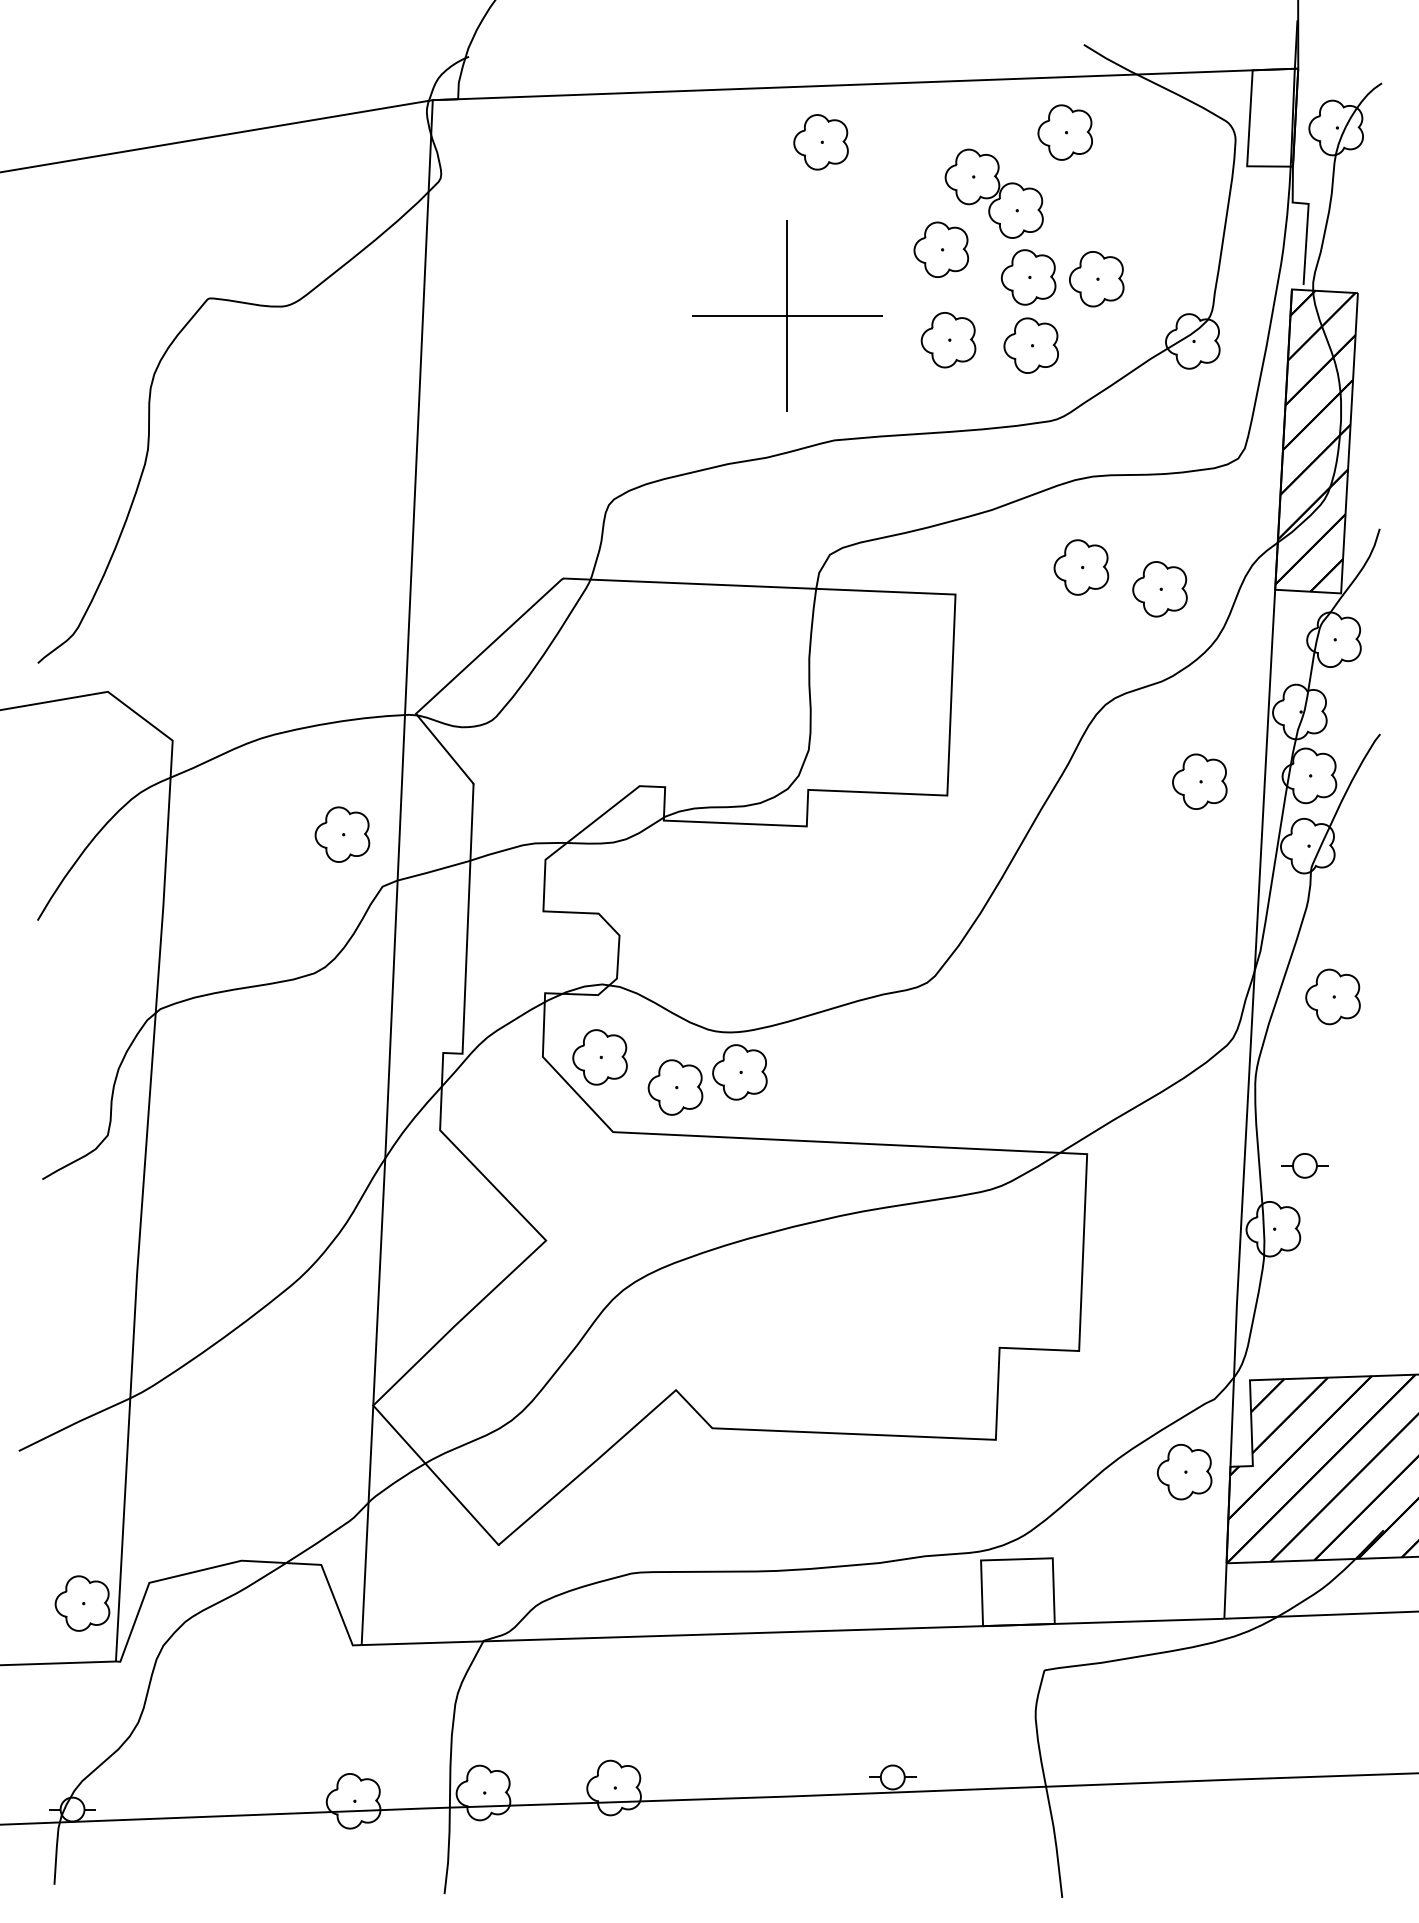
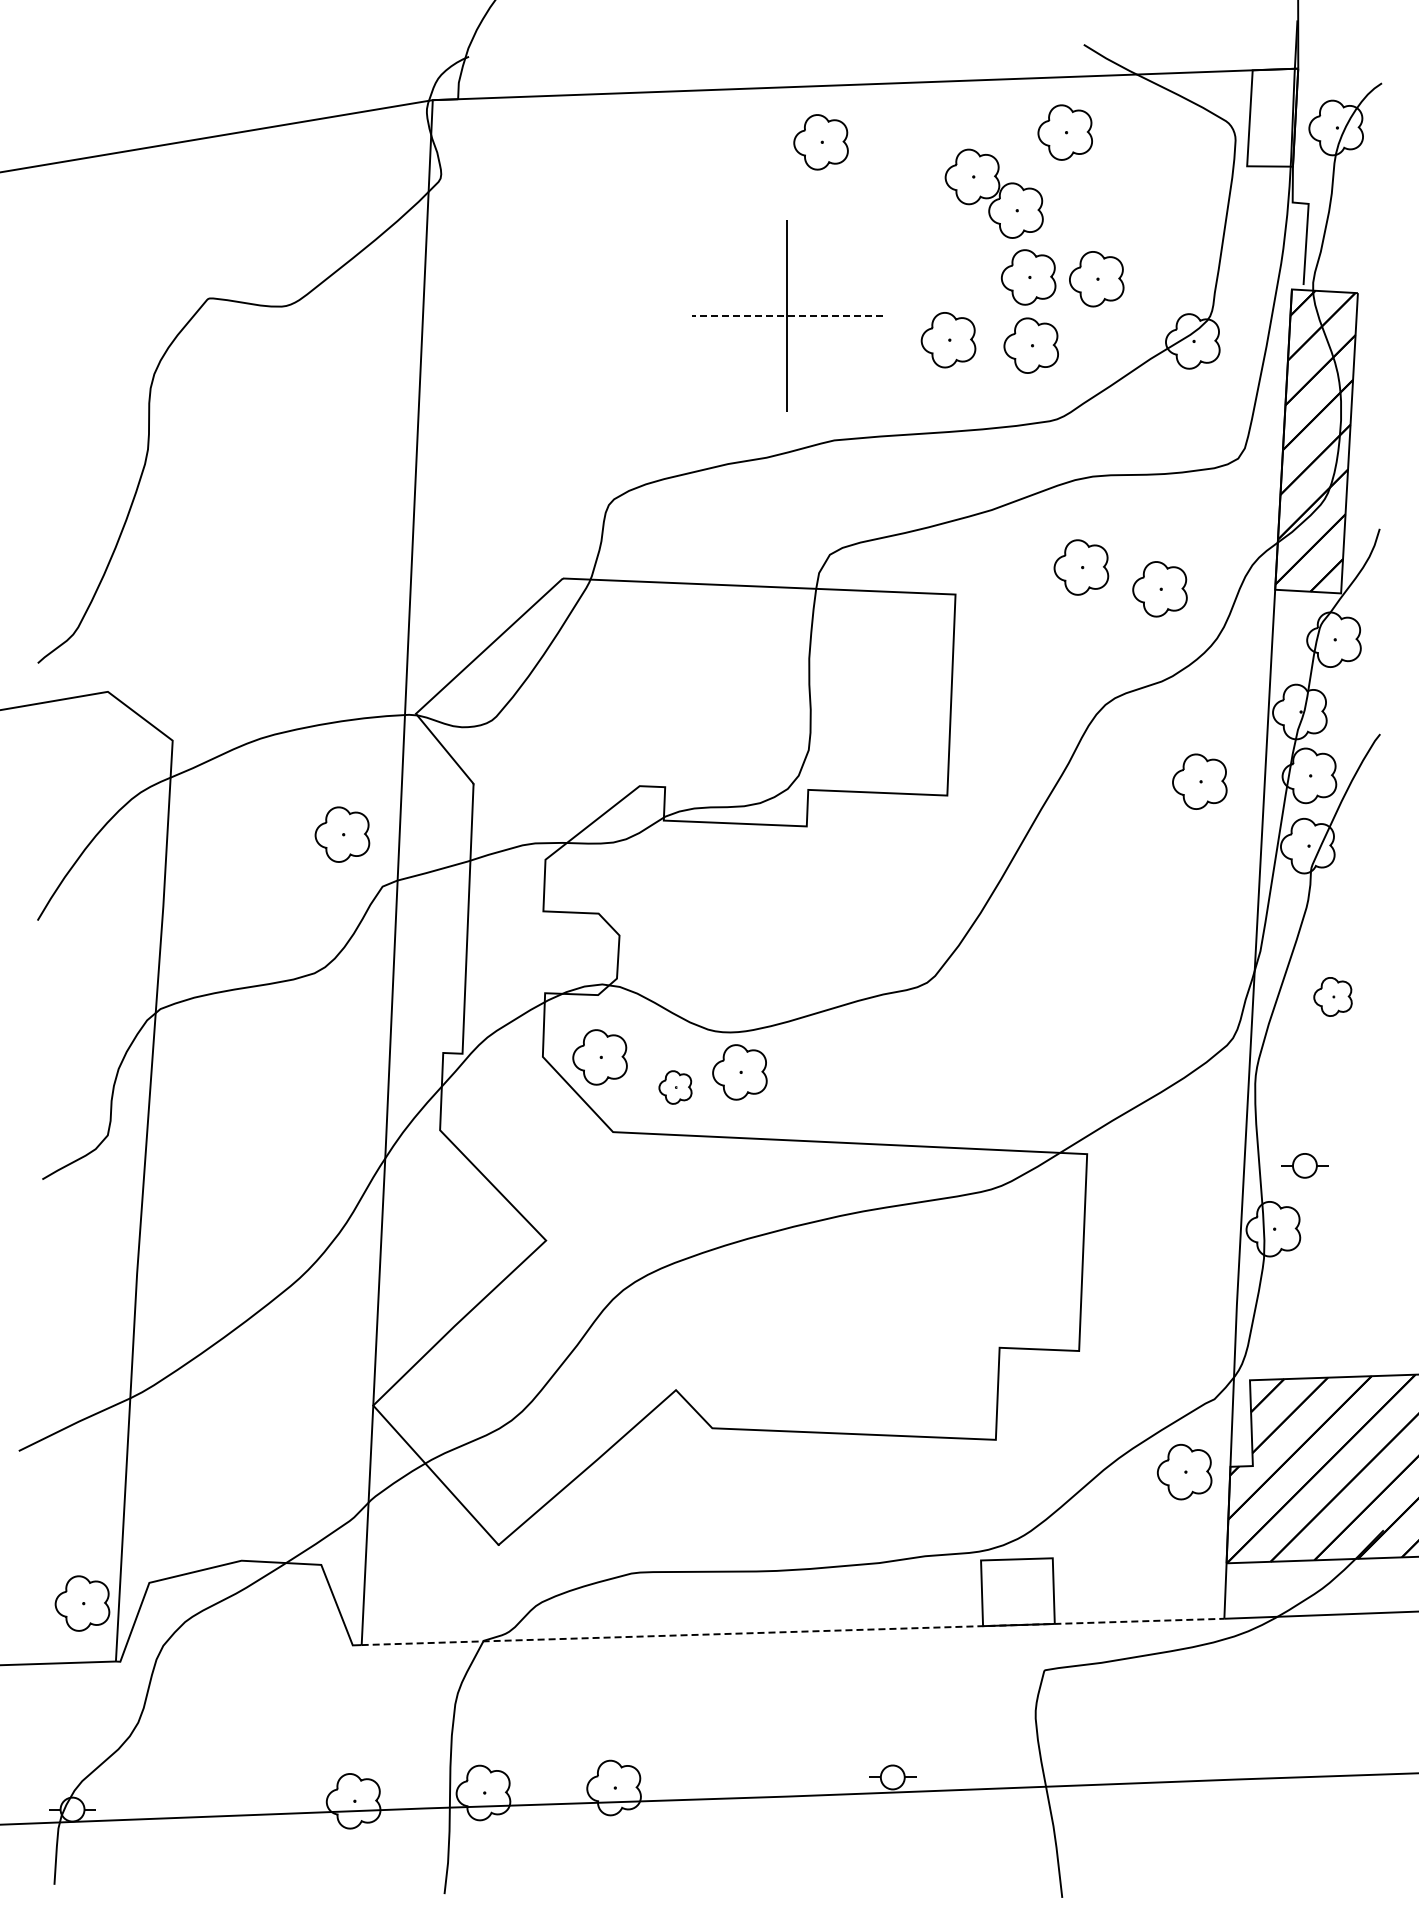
part at (941, 249): present -> none
line at (787, 315): solid -> dashed
part at (1332, 996) size: 56x58 px -> 40x40 px
part at (675, 1087) size: 57x57 px -> 35x35 px
line at (794, 1631): solid -> dashed
